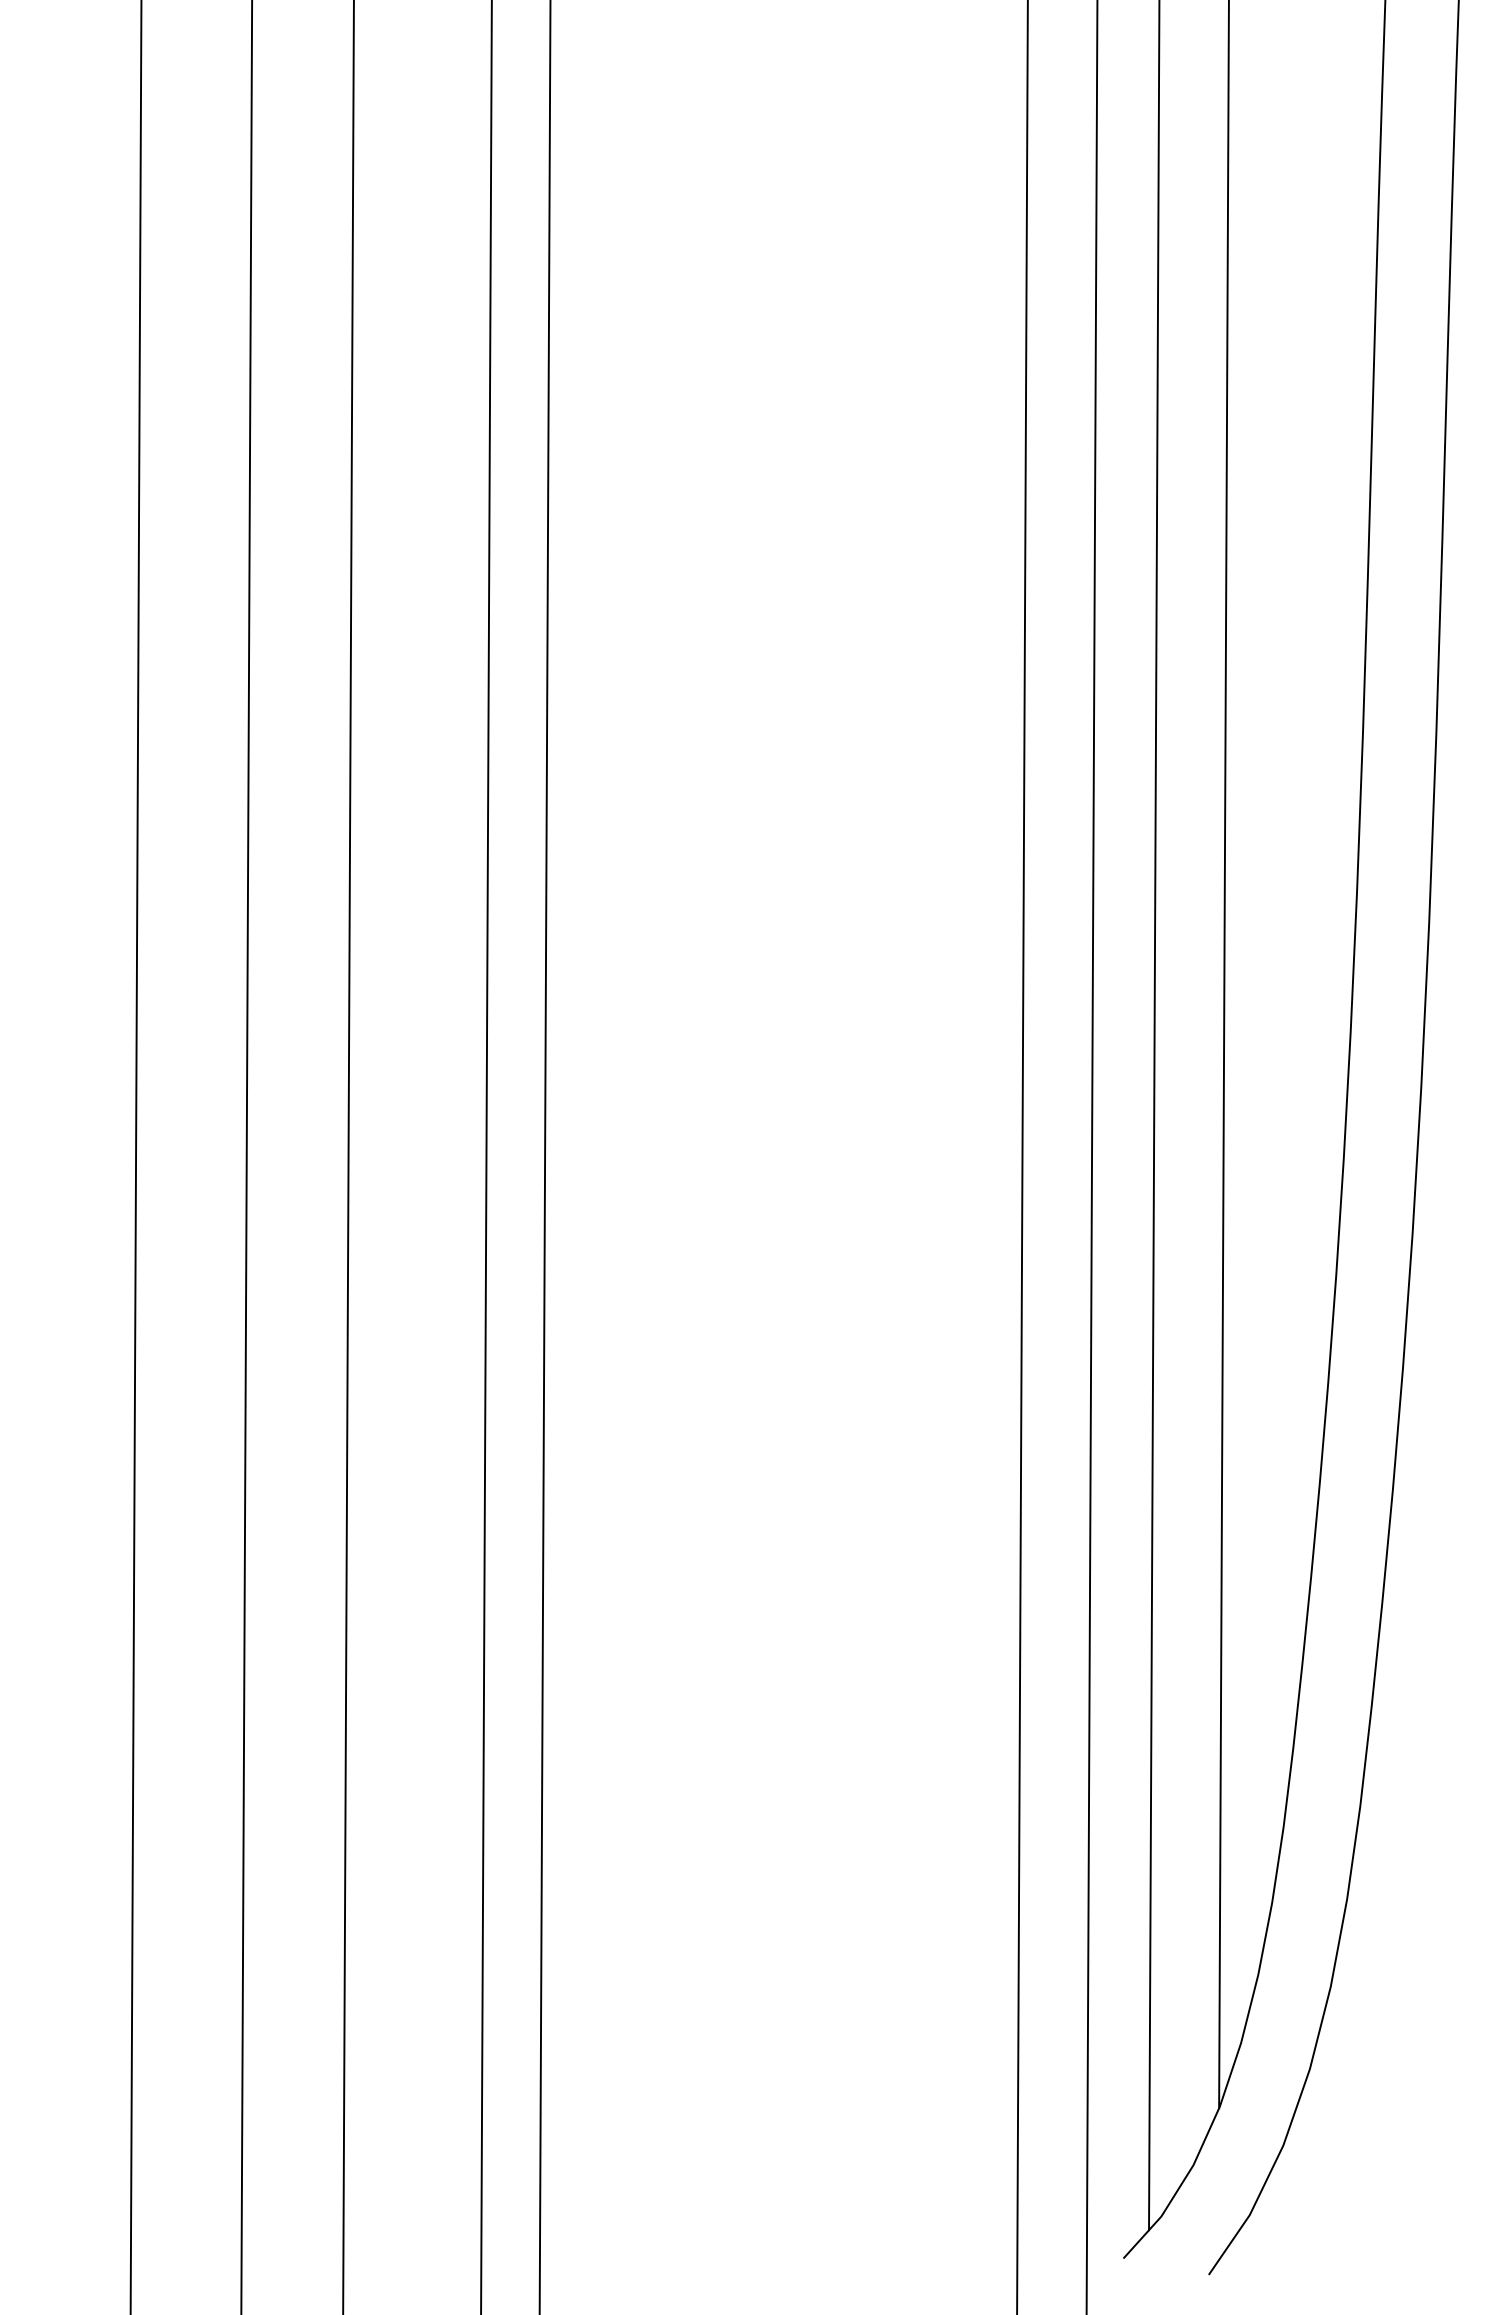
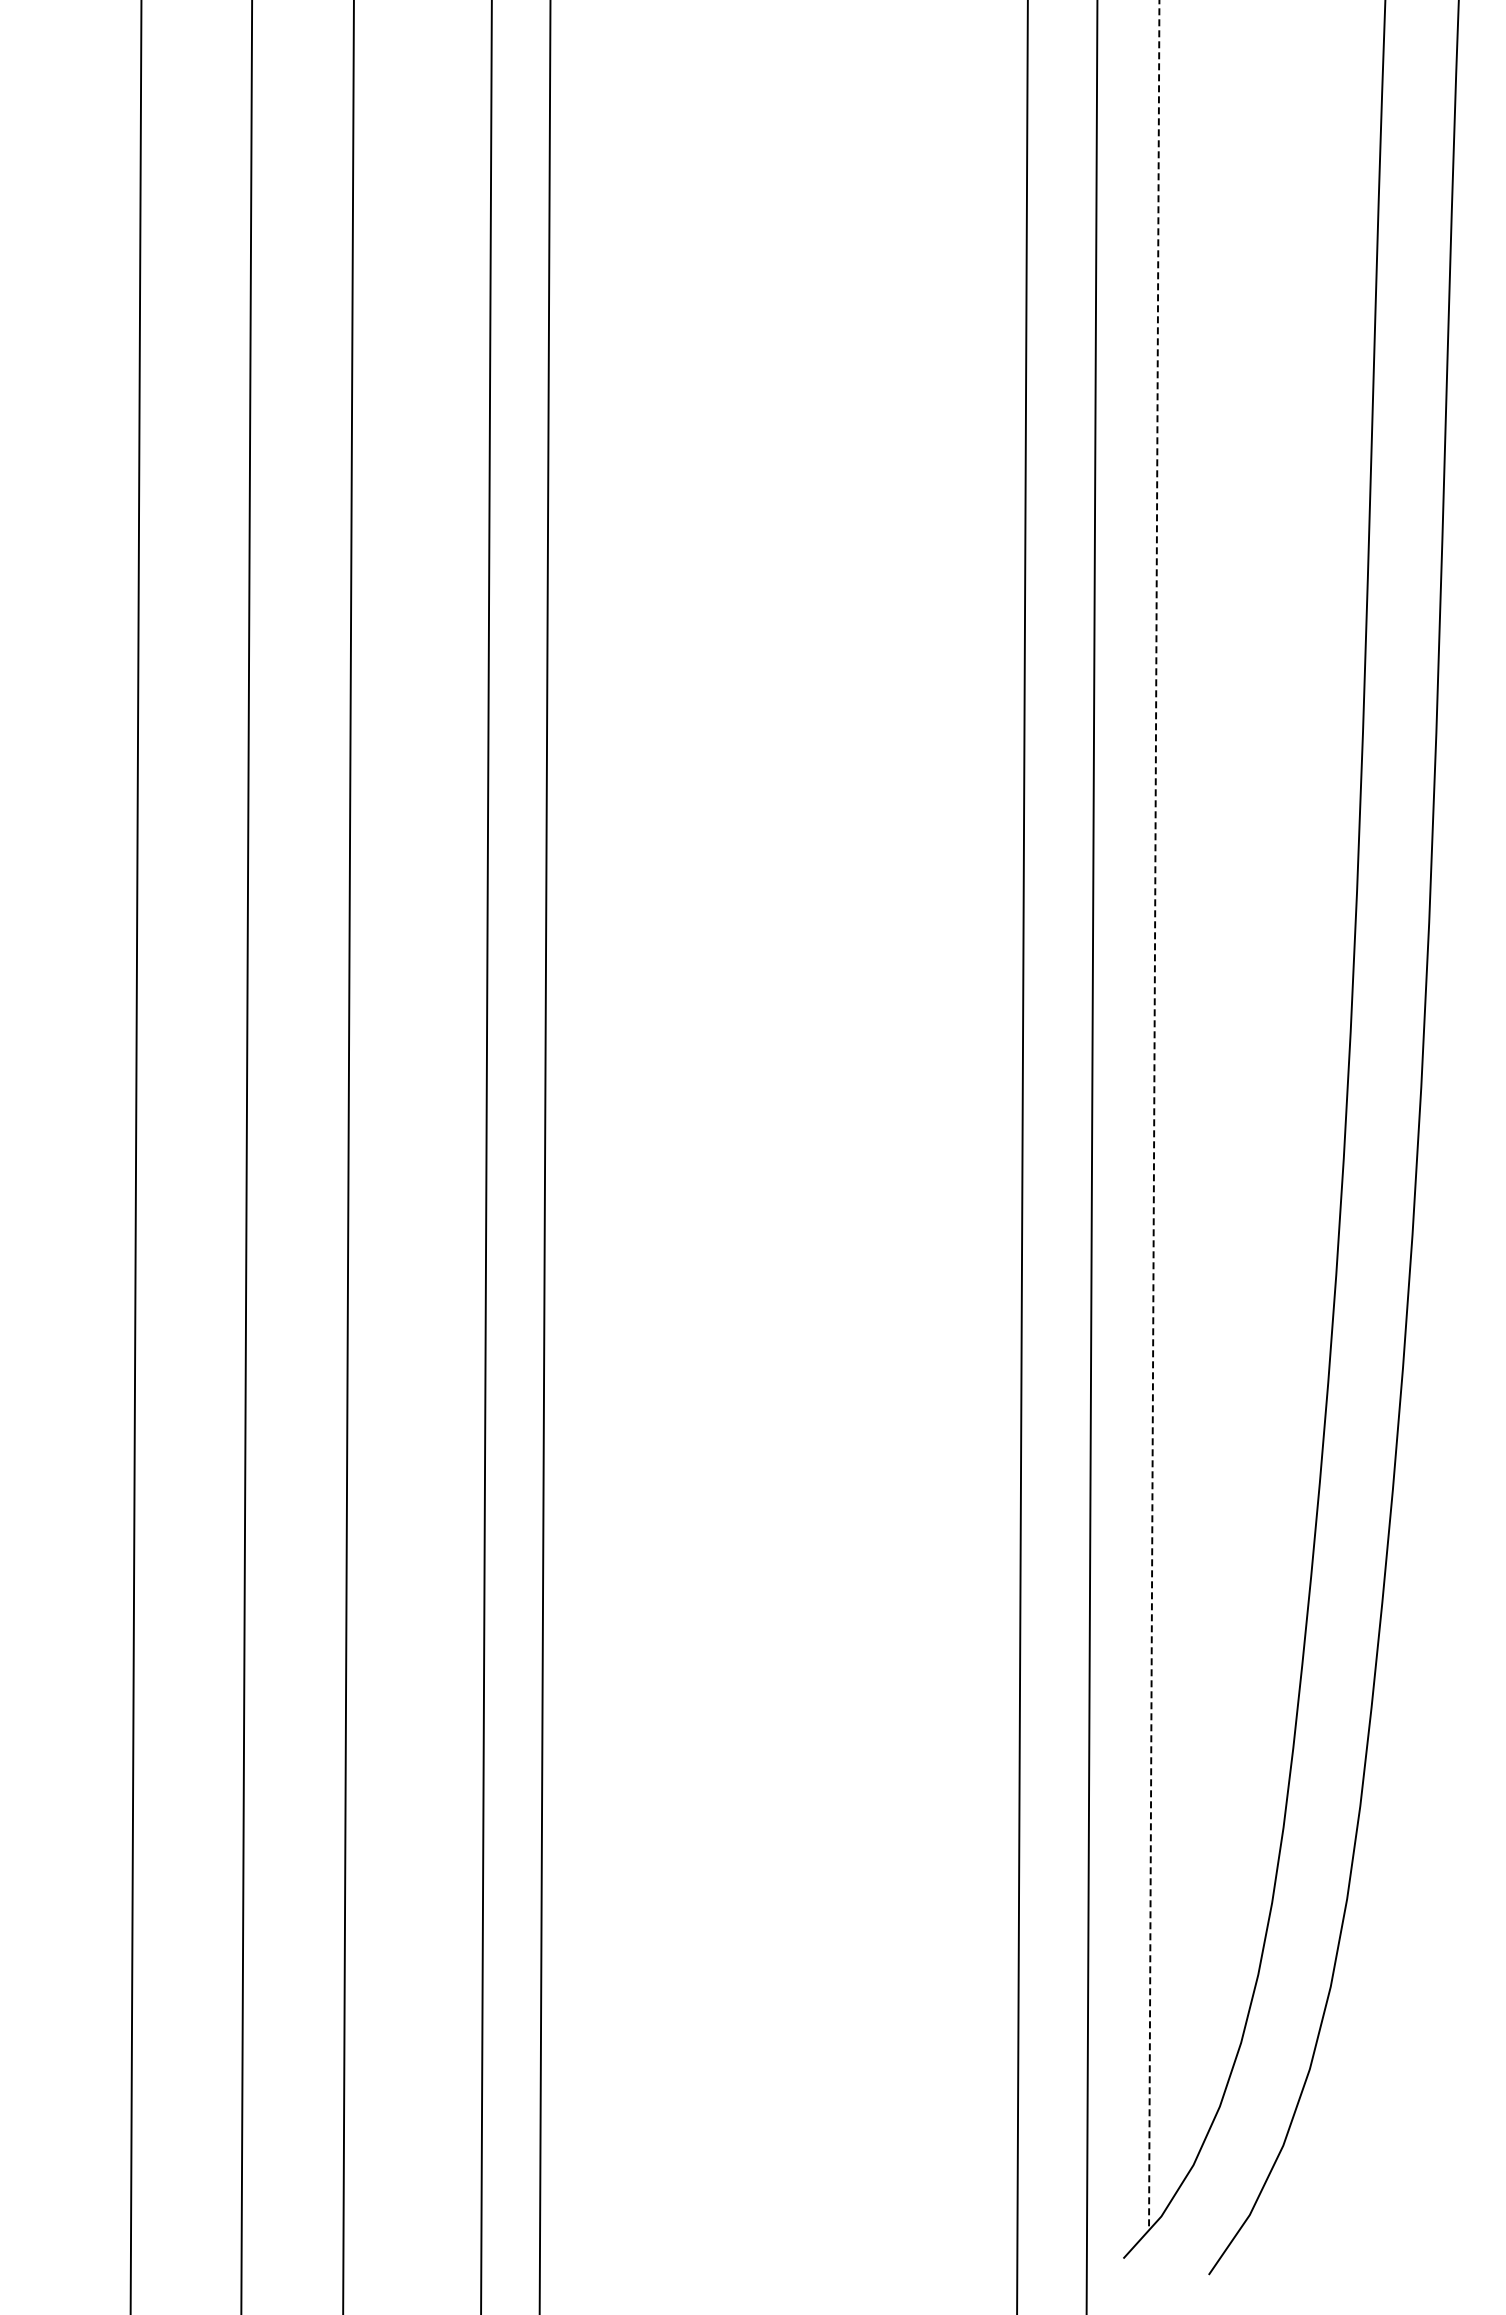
line at (1223, 1055): present -> none
line at (1154, 1115): solid -> dashed
